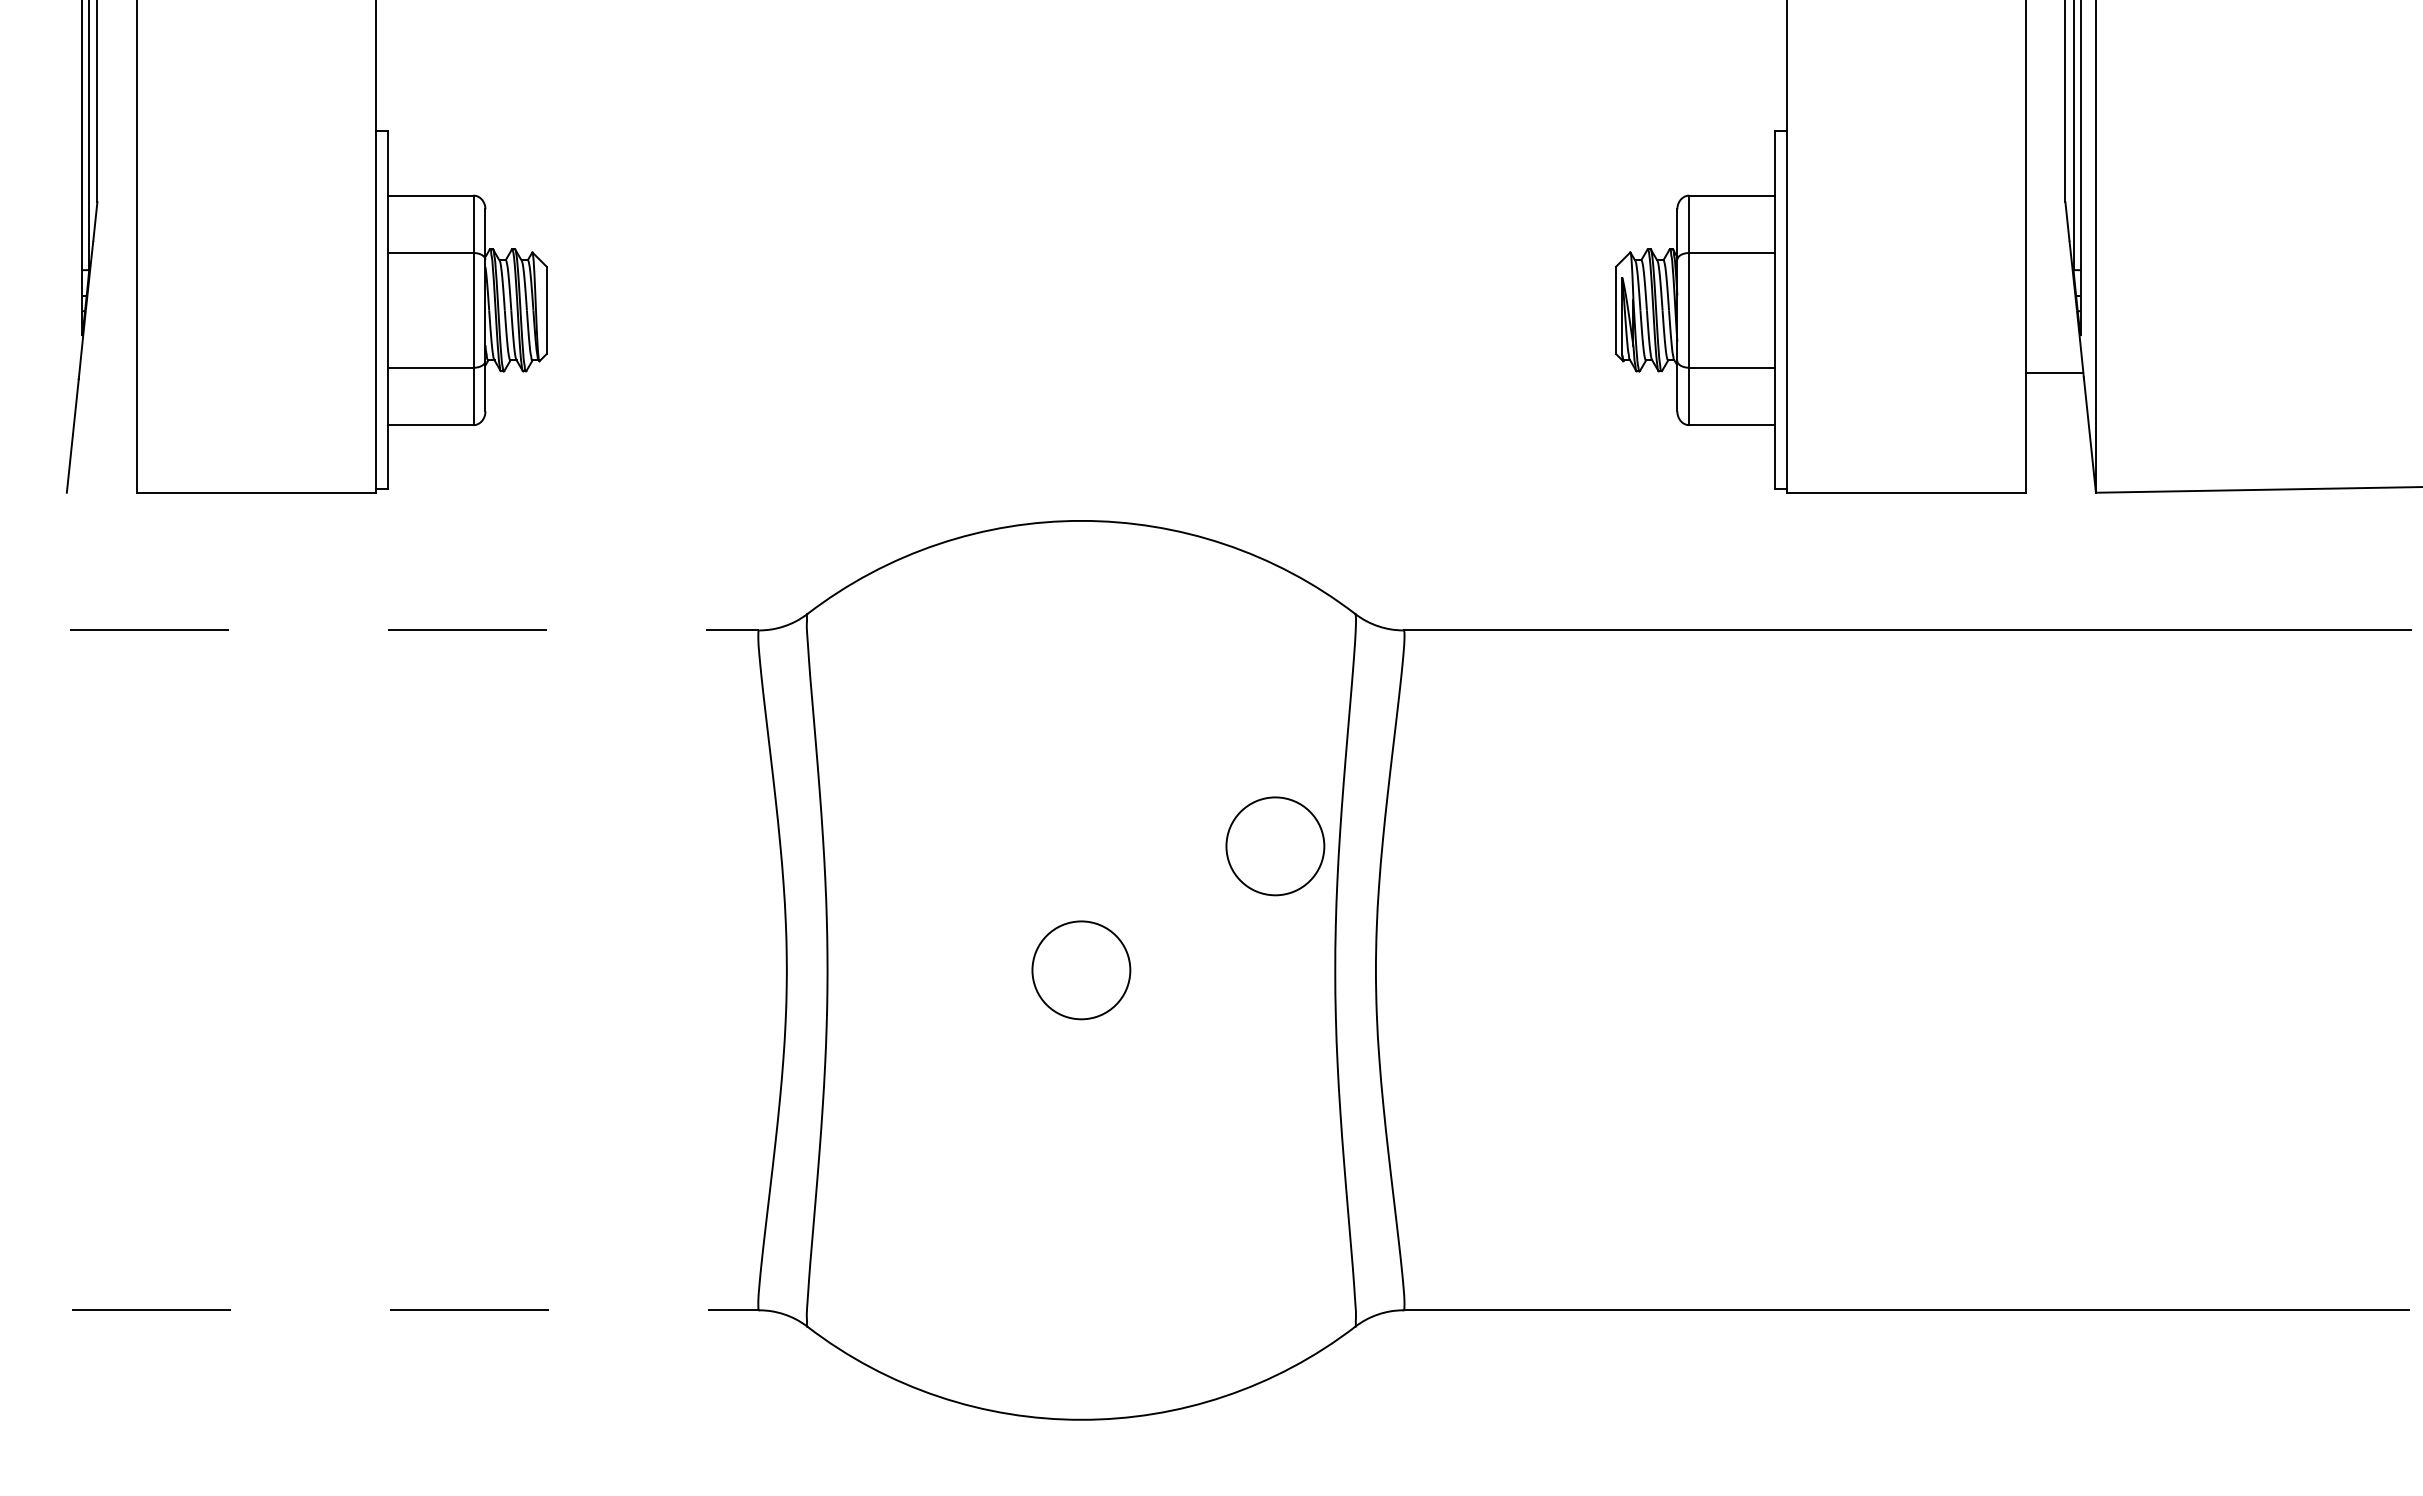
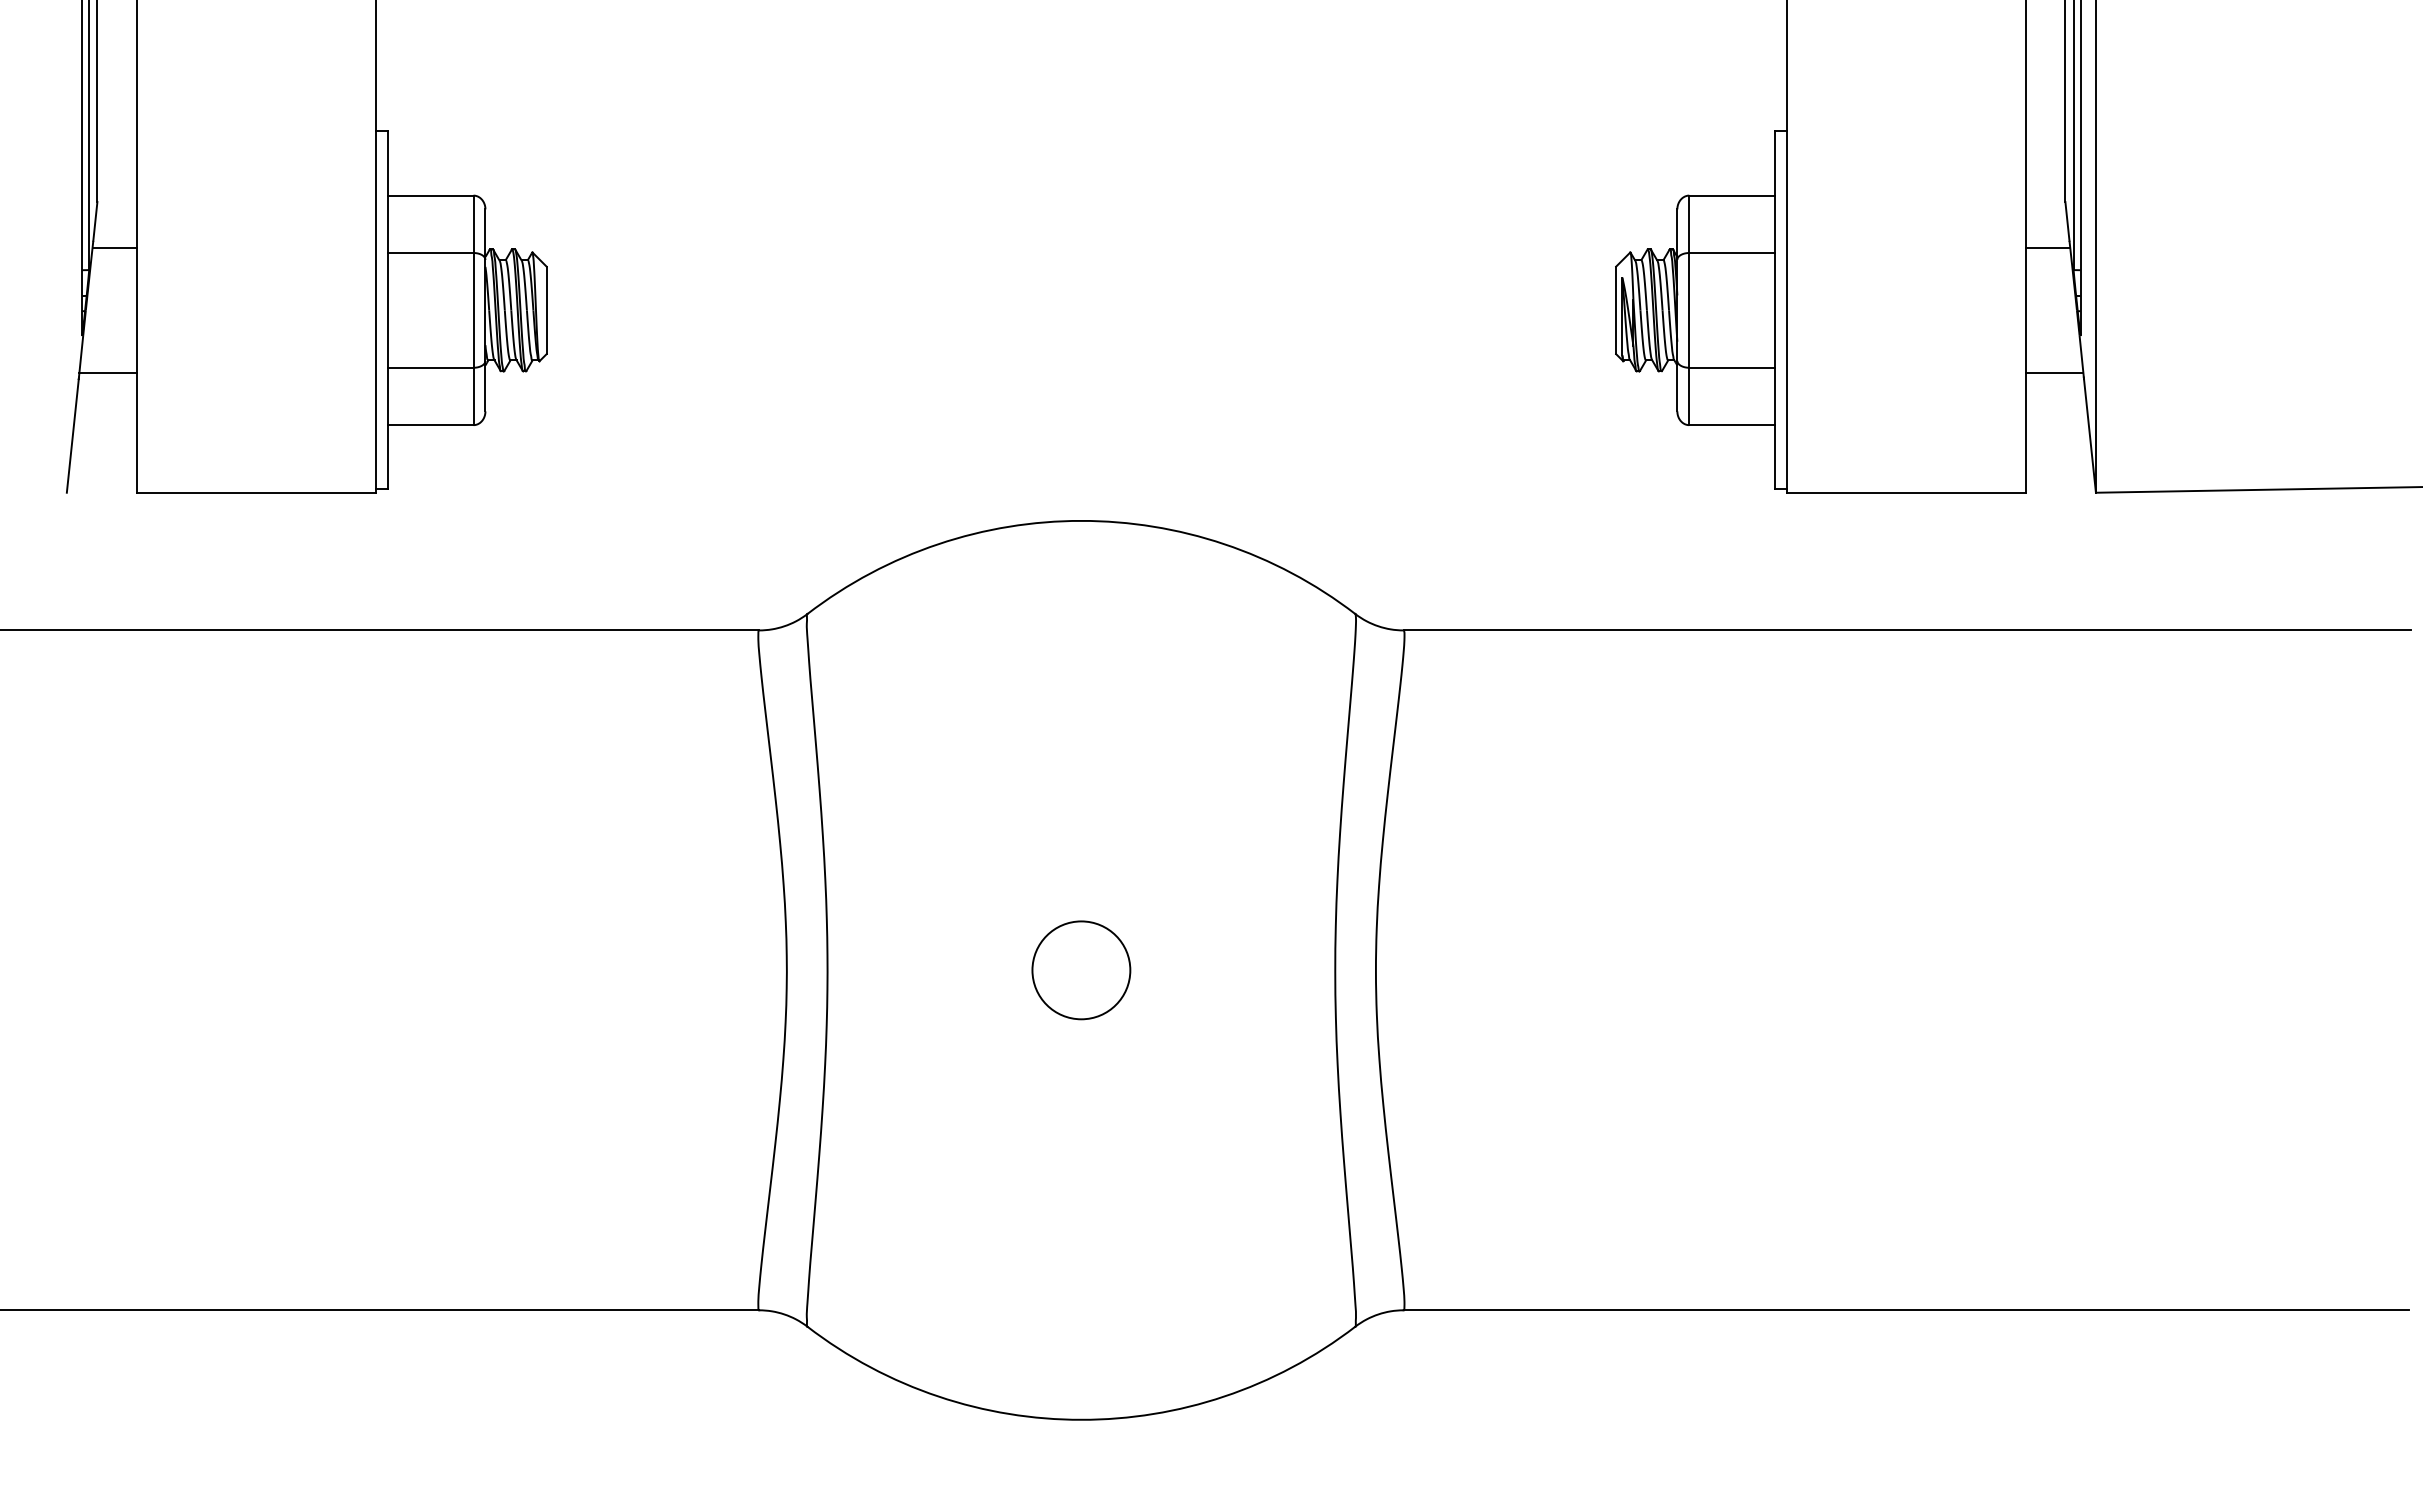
line at (114, 248): none -> present
line at (2047, 248): none -> present
line at (108, 372): none -> present
line at (380, 630): dashed -> solid
circle at (1275, 846): present -> none
line at (380, 1310): dashed -> solid
